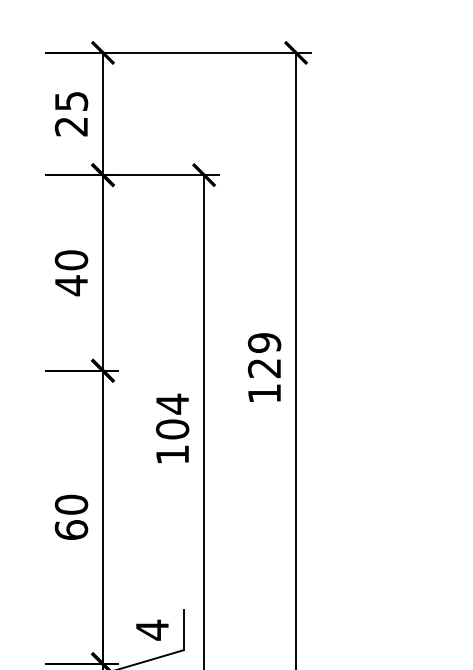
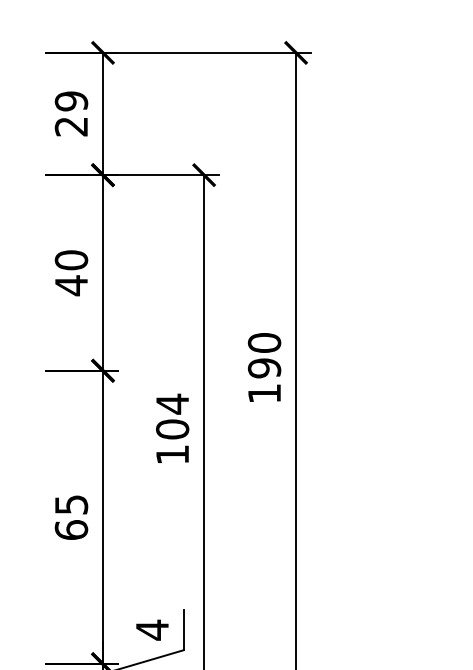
text at (70, 101): 25 -> 29
text at (264, 355): 129 -> 190
text at (71, 504): 60 -> 65
